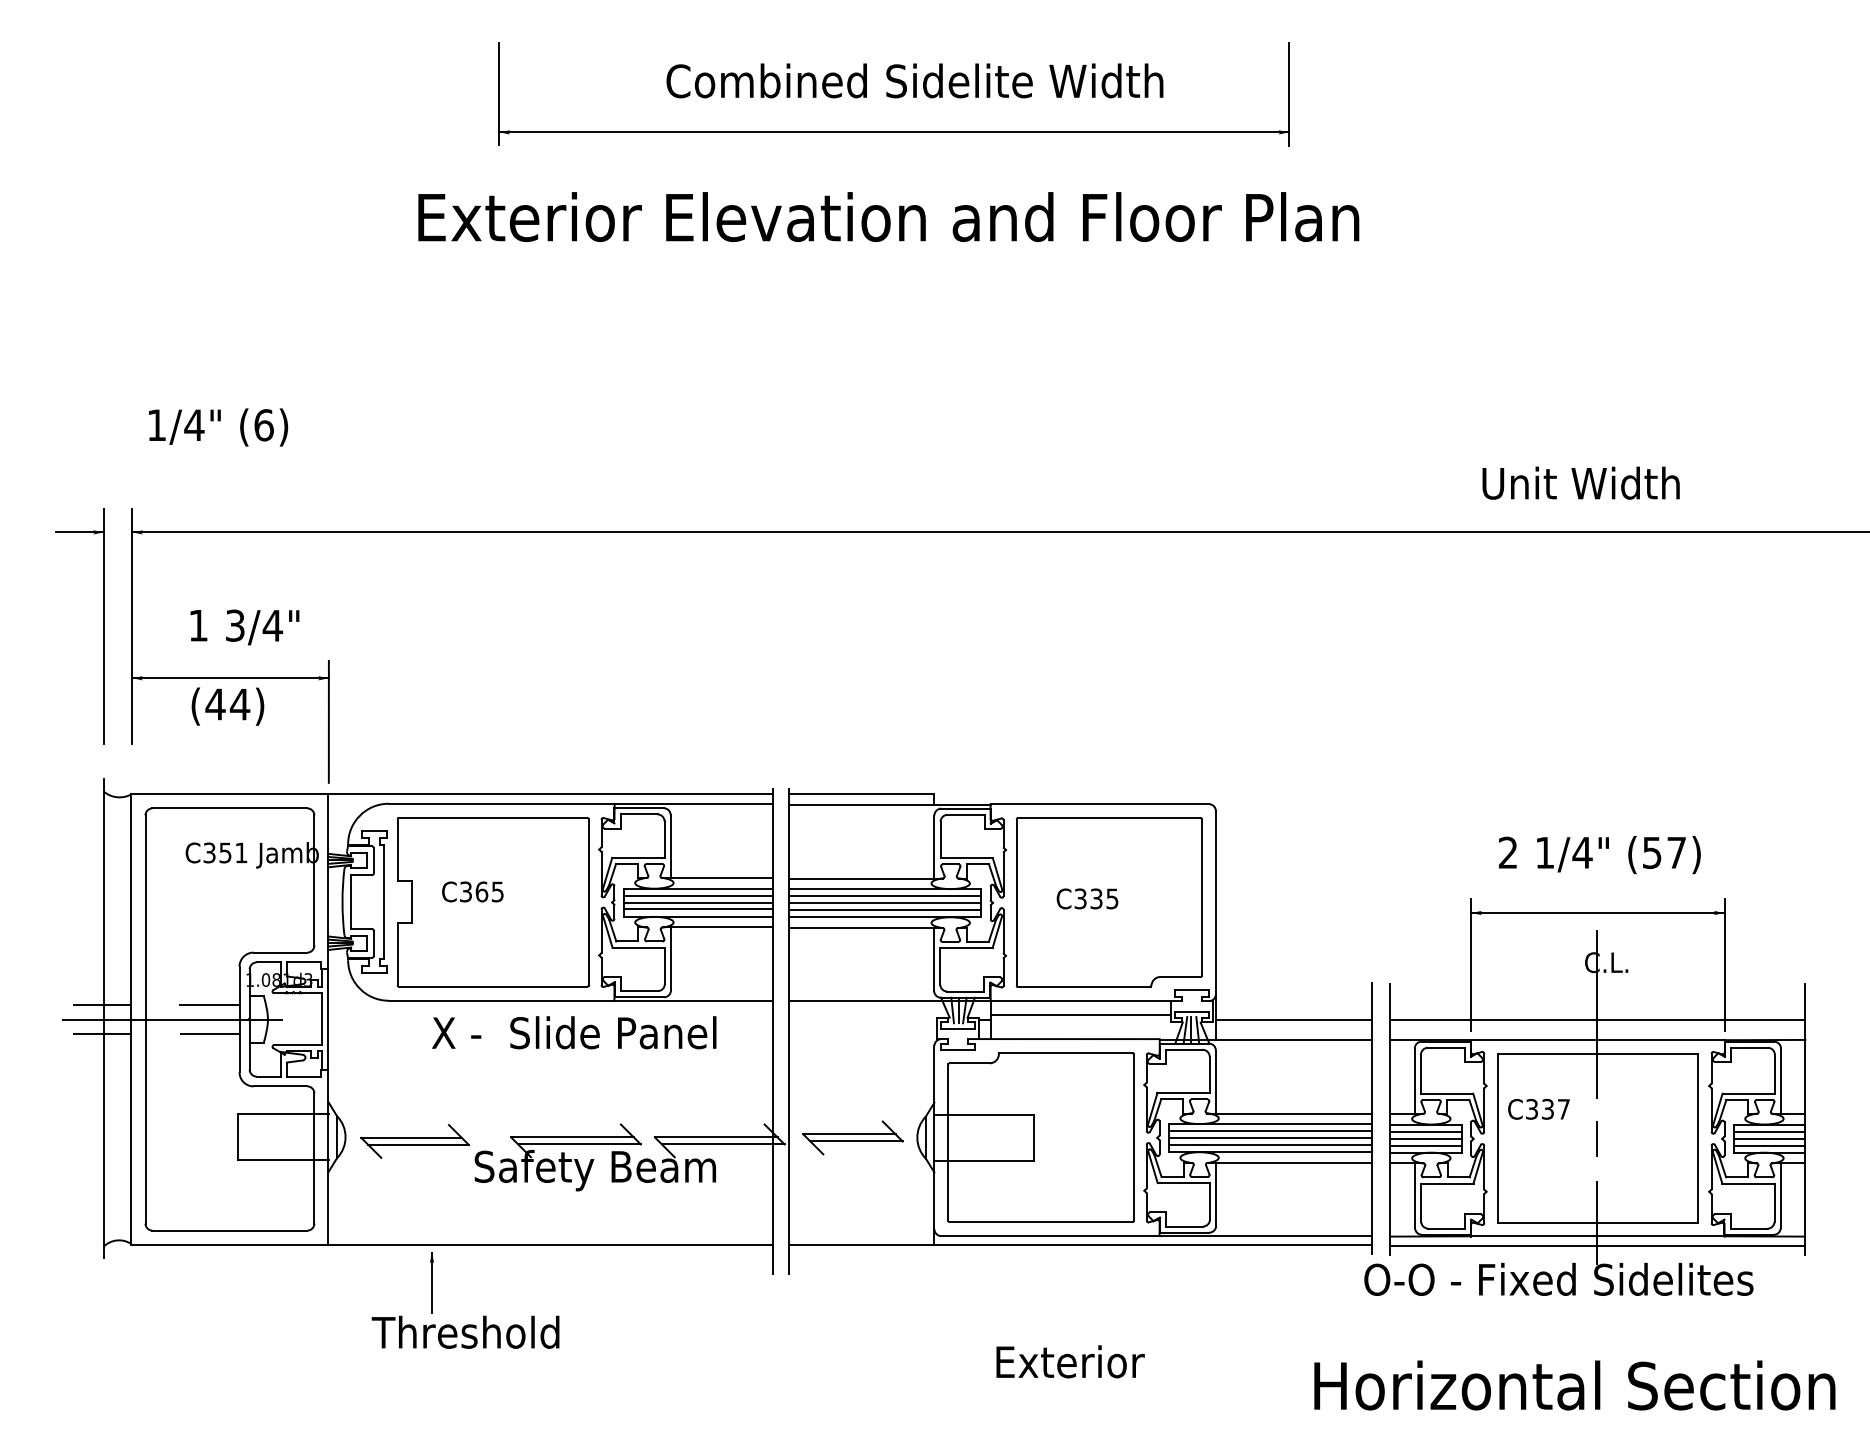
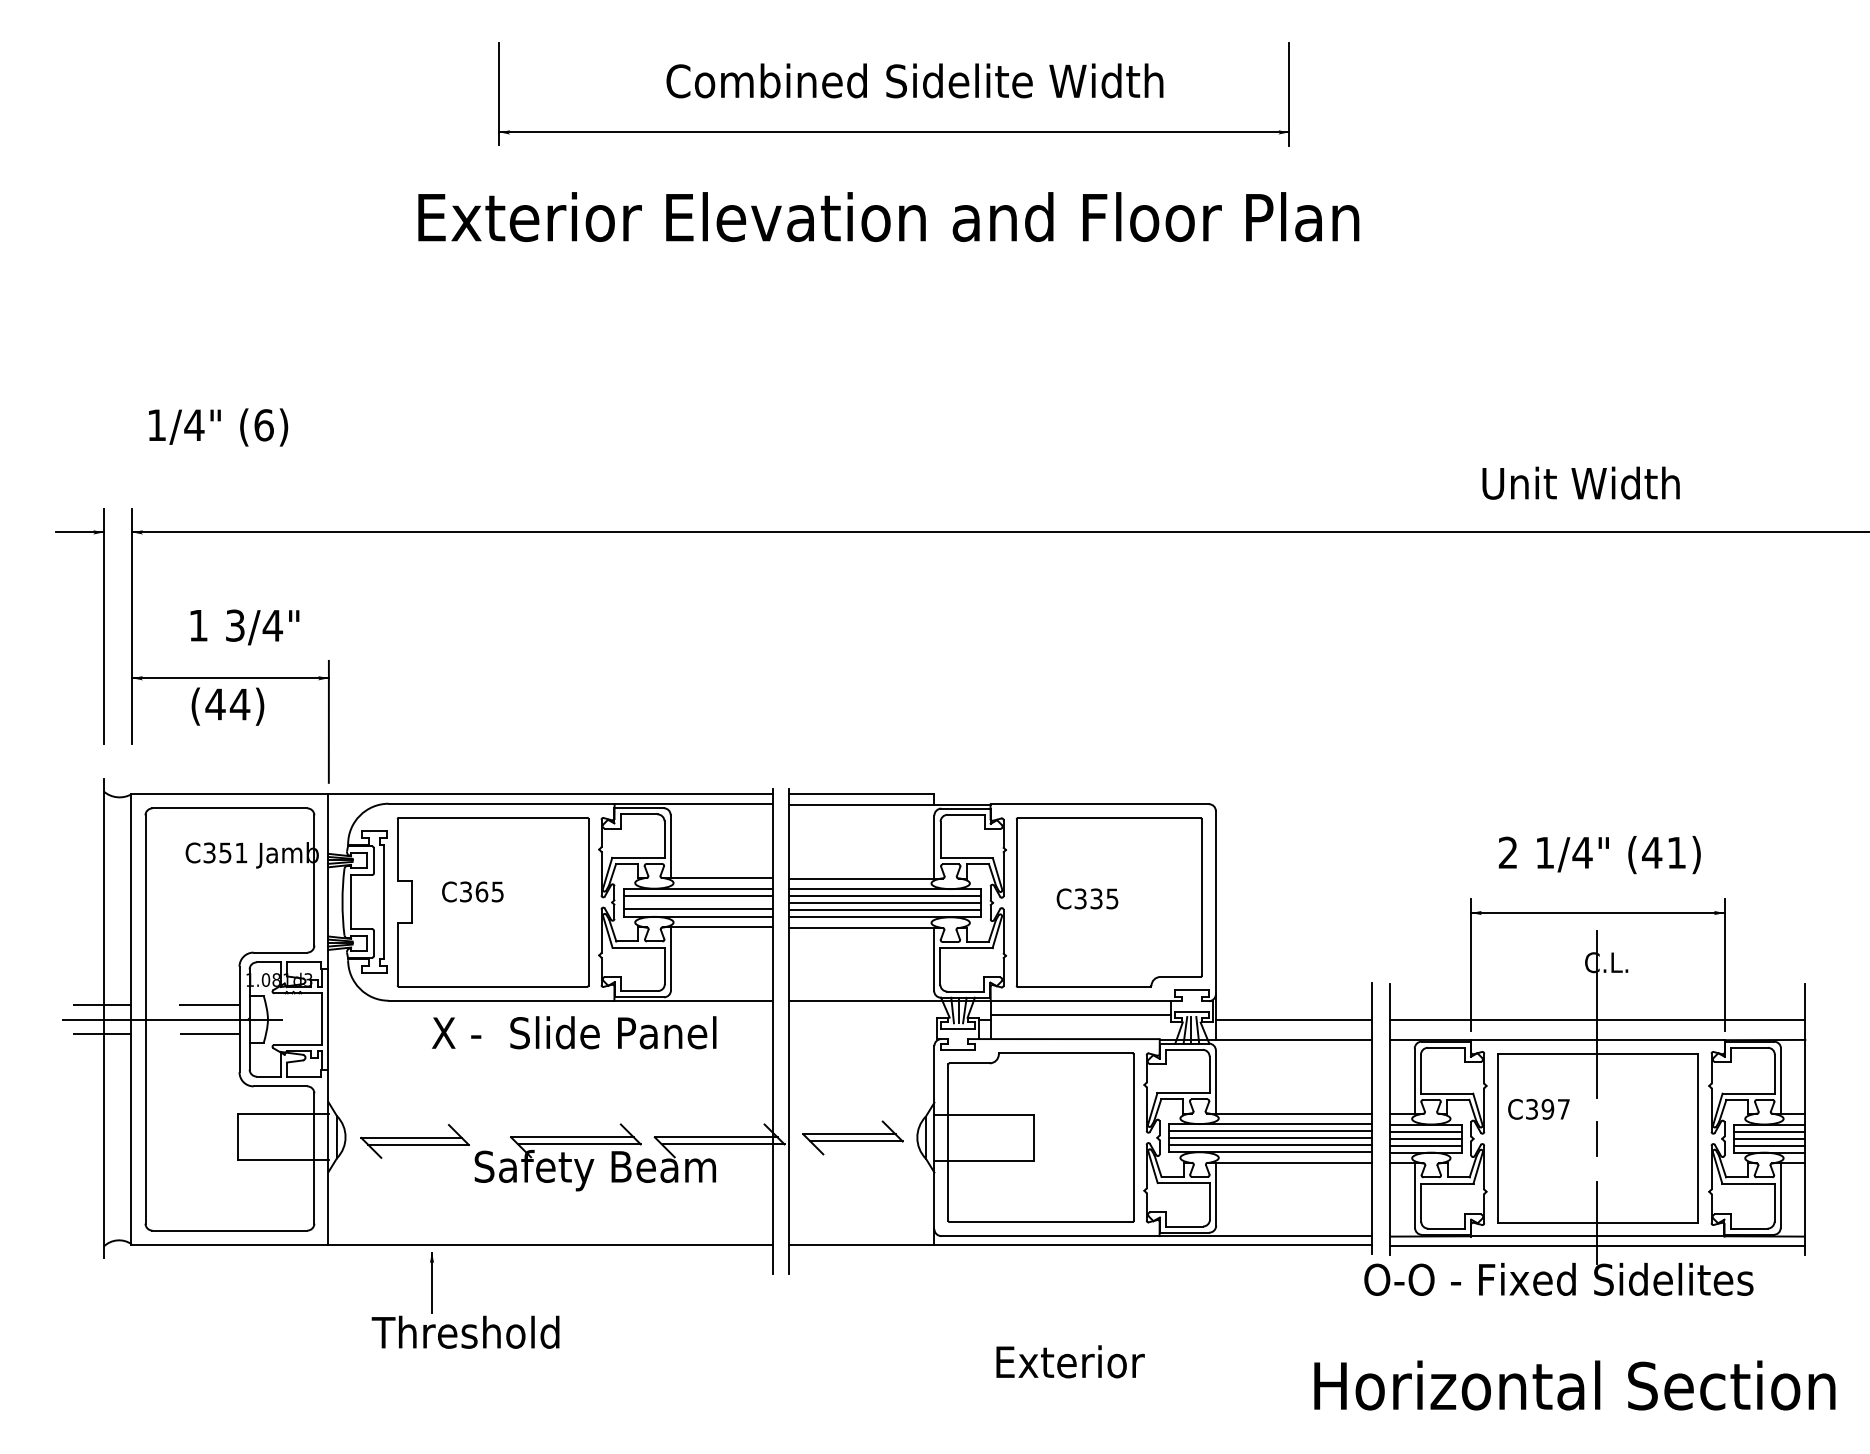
text at (1663, 852): (57) -> (41)
line at (697, 902): present -> none
text at (1547, 1109): C337 -> C397
